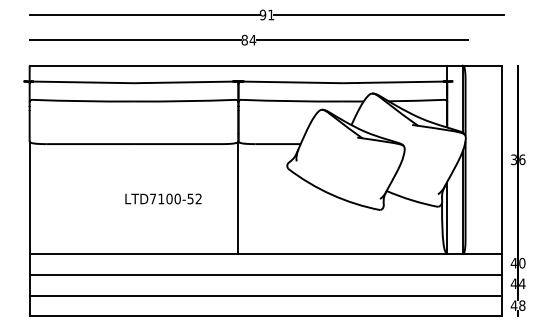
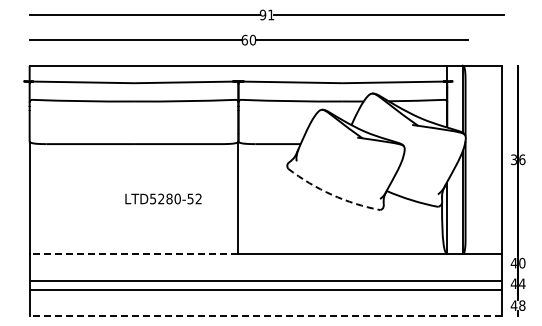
text at (248, 39): 84 -> 60
arc at (331, 194): solid -> dashed
text at (161, 198): LTD7100-52 -> LTD5280-52
line at (133, 253): solid -> dashed
line at (265, 274) position: (265, 274) -> (265, 280)
line at (265, 295) position: (265, 295) -> (265, 289)
line at (265, 316): solid -> dashed
